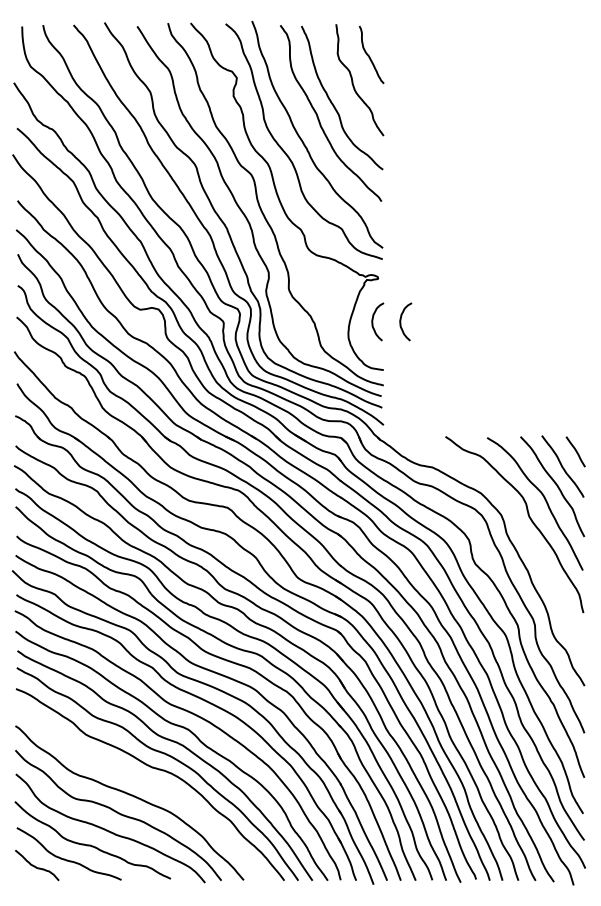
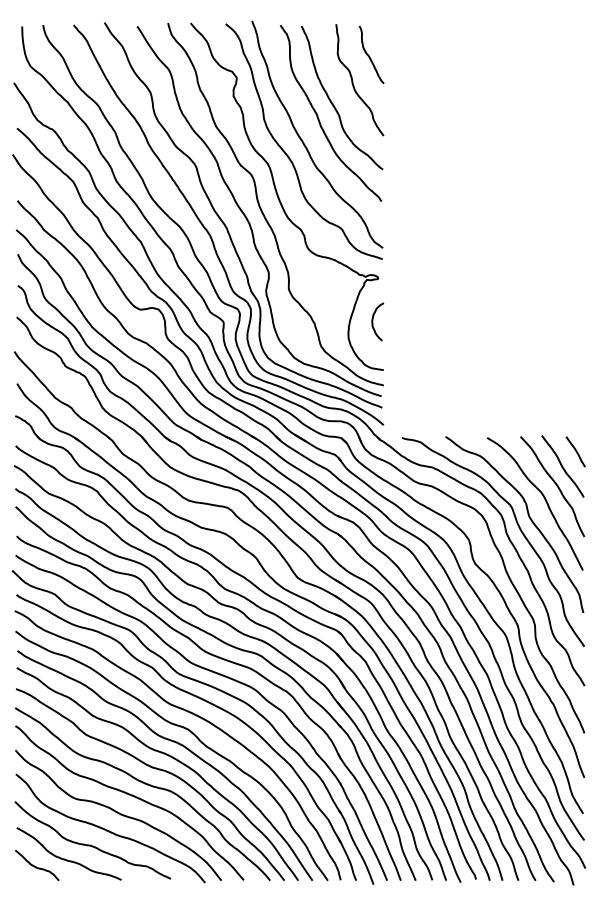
curve at (401, 321): present -> none
curve at (519, 529): none -> present
curve at (144, 784): none -> present
